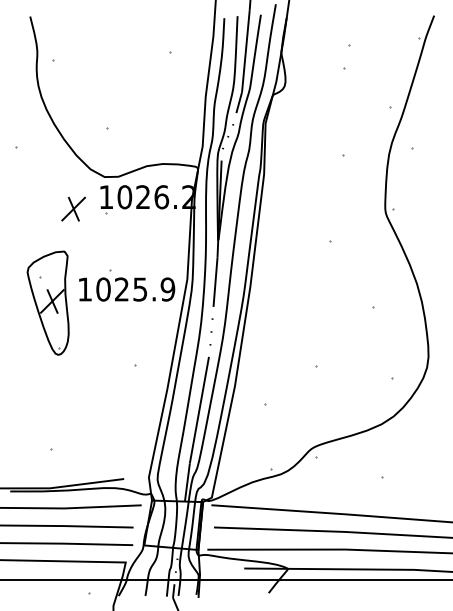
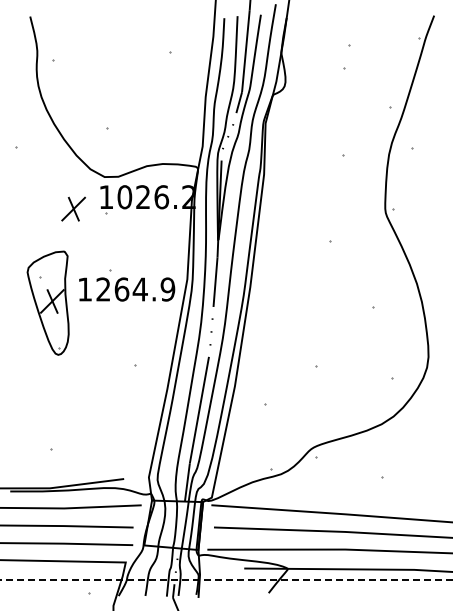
text at (121, 289): 1025.9 -> 1264.9
line at (227, 579): solid -> dashed
